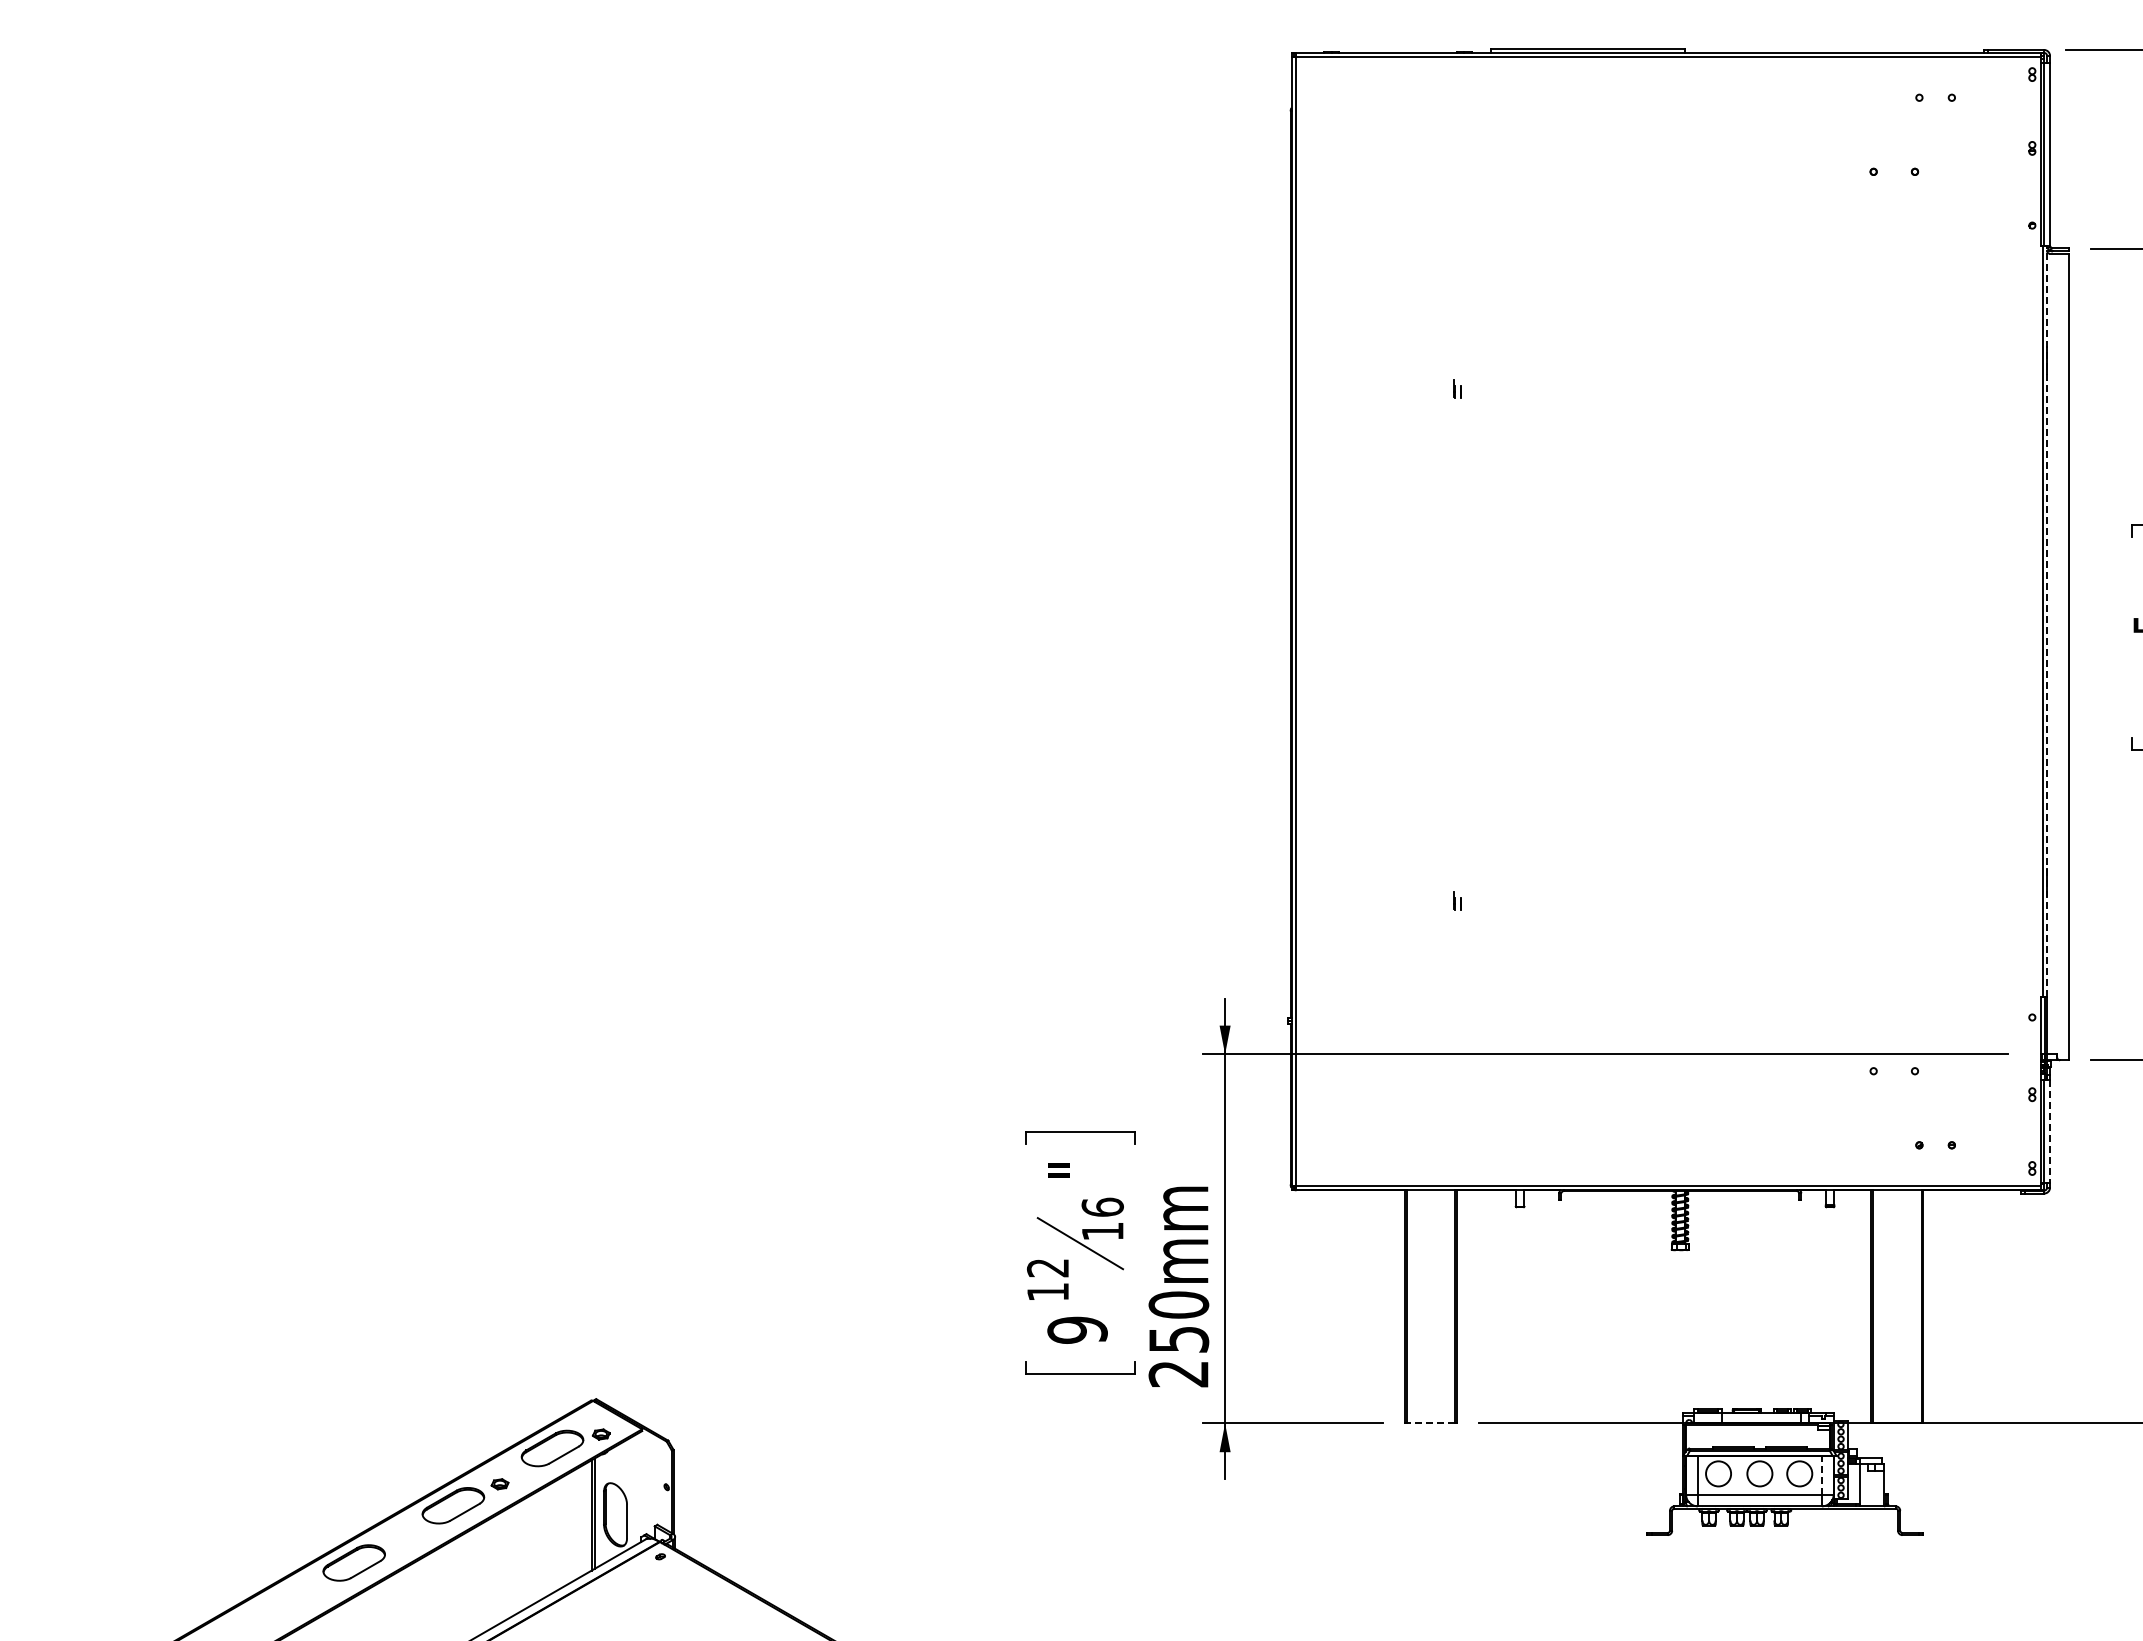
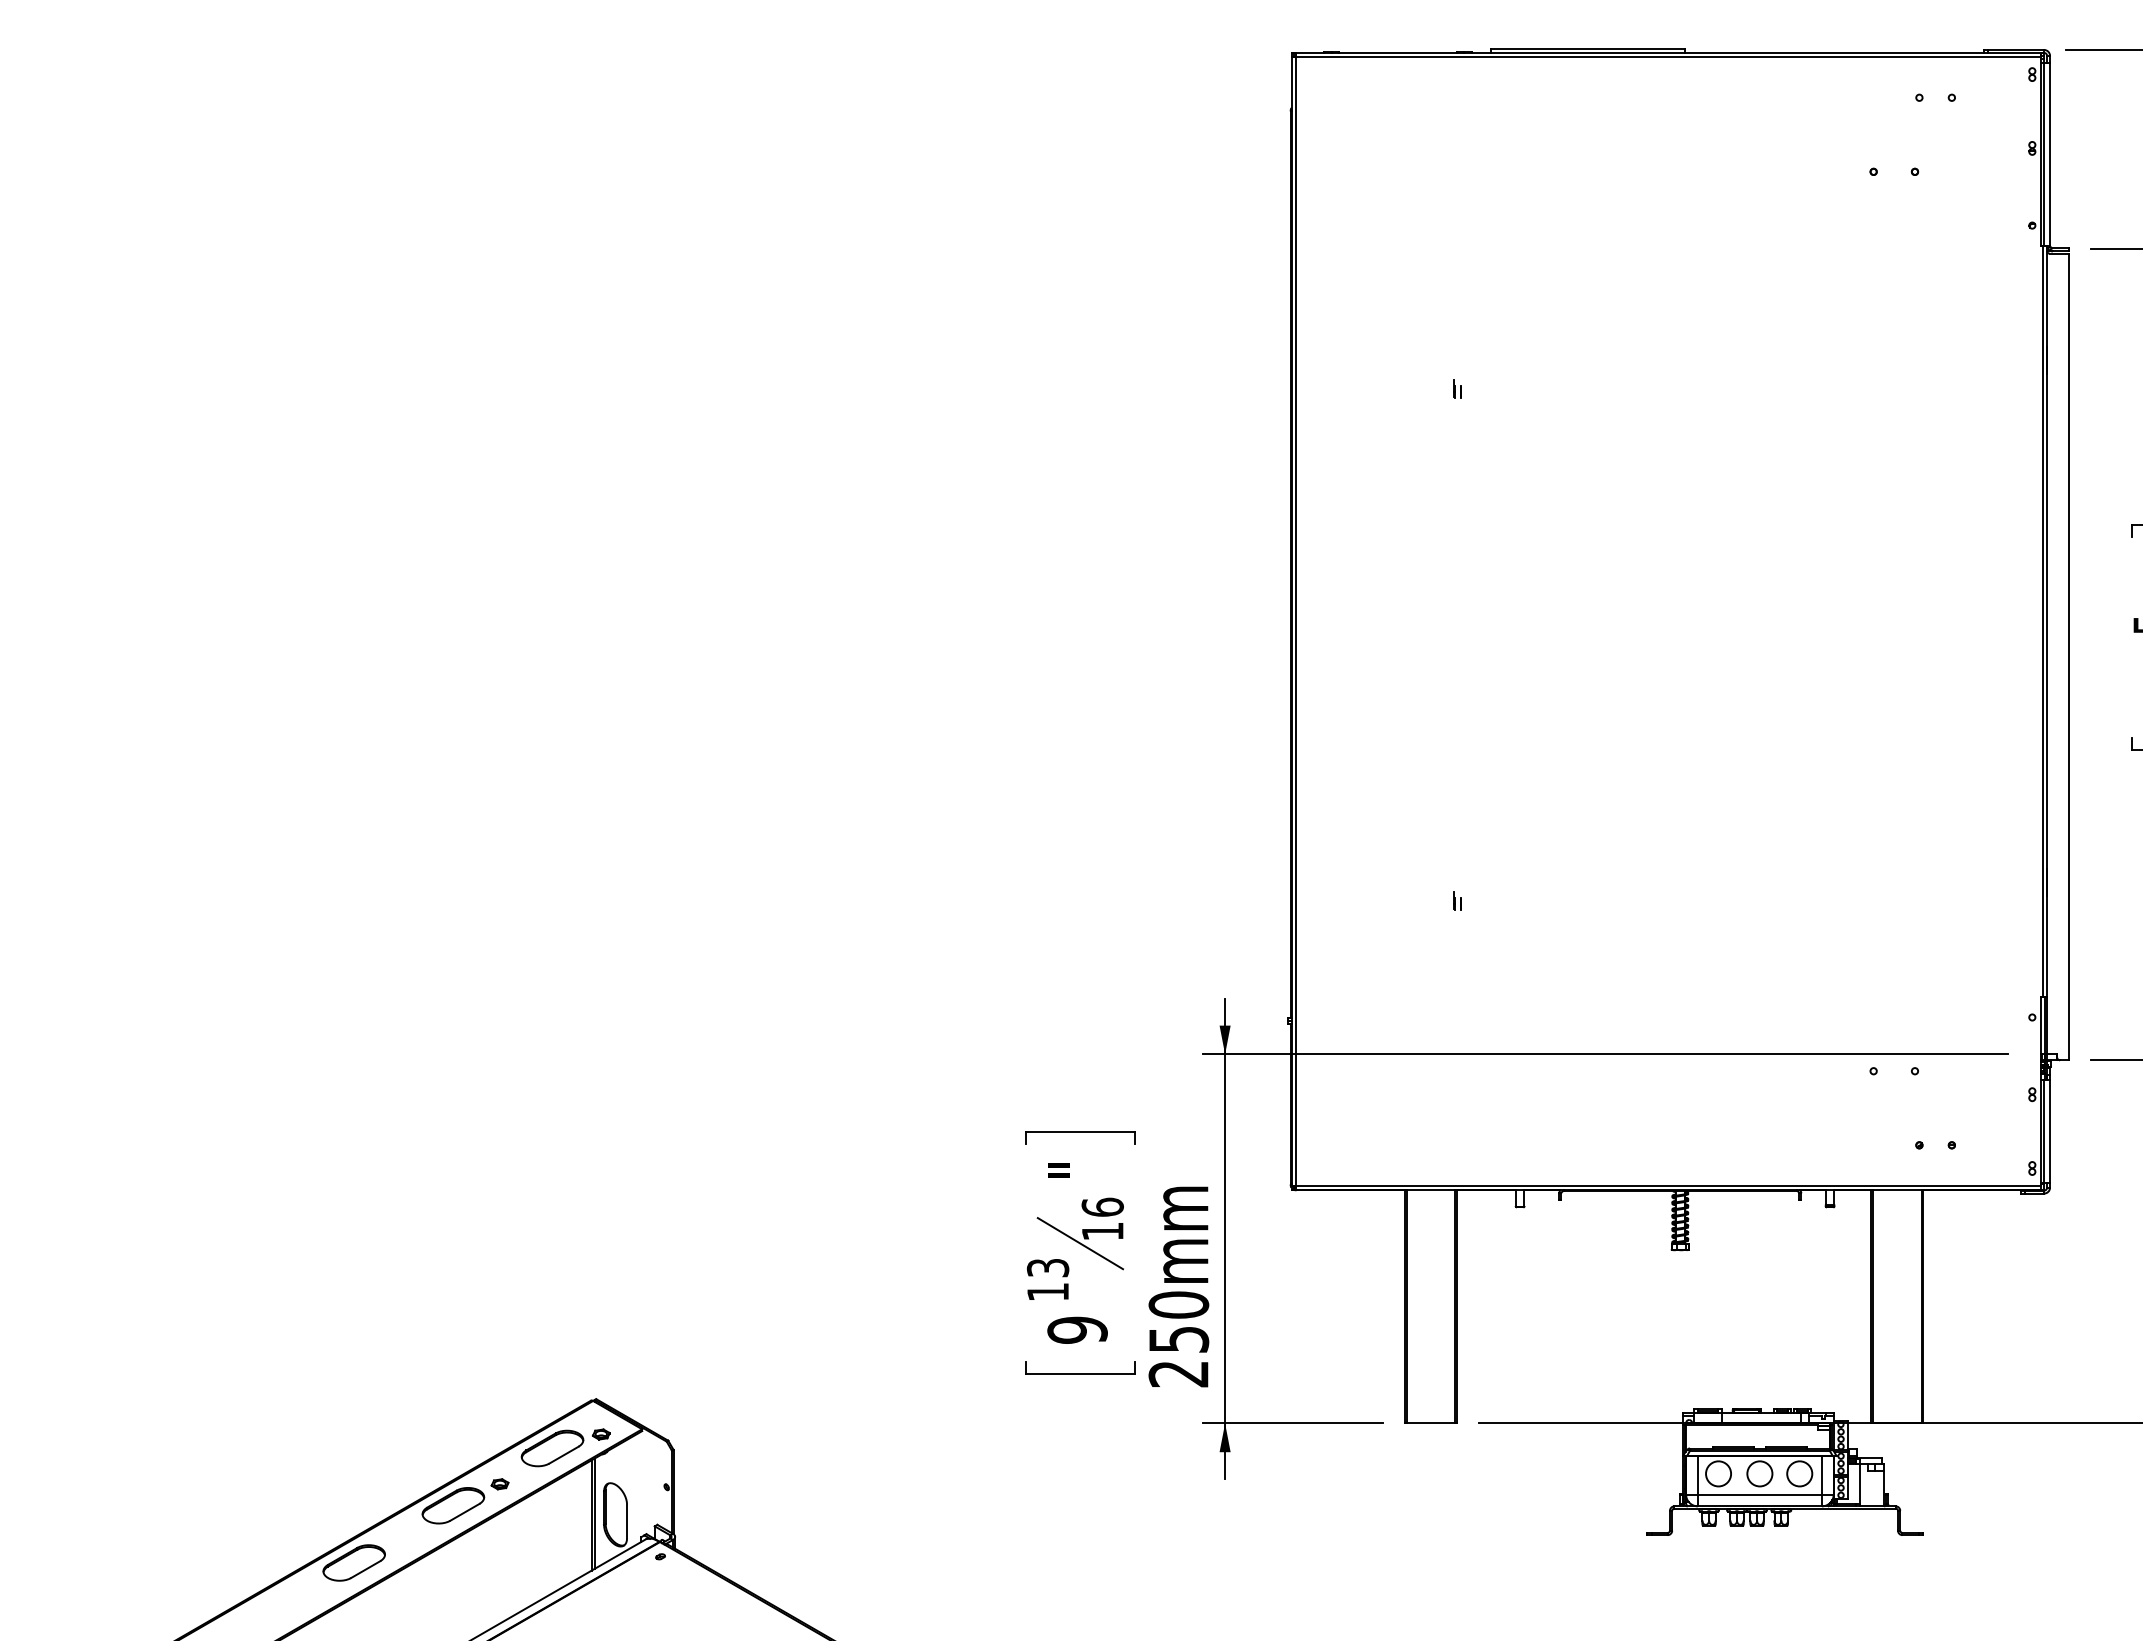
line at (2047, 621): dashed -> solid
line at (2050, 1132): dashed -> solid
text at (1048, 1268): 12 -> 13
line at (1430, 1423): dashed -> solid
line at (1821, 1474): dashed -> solid
